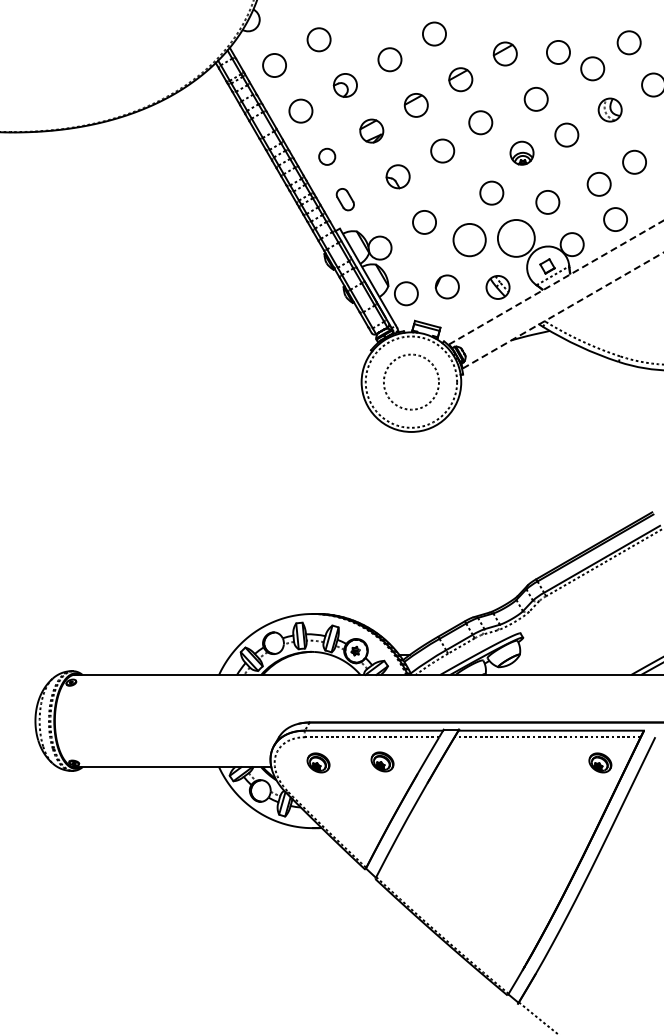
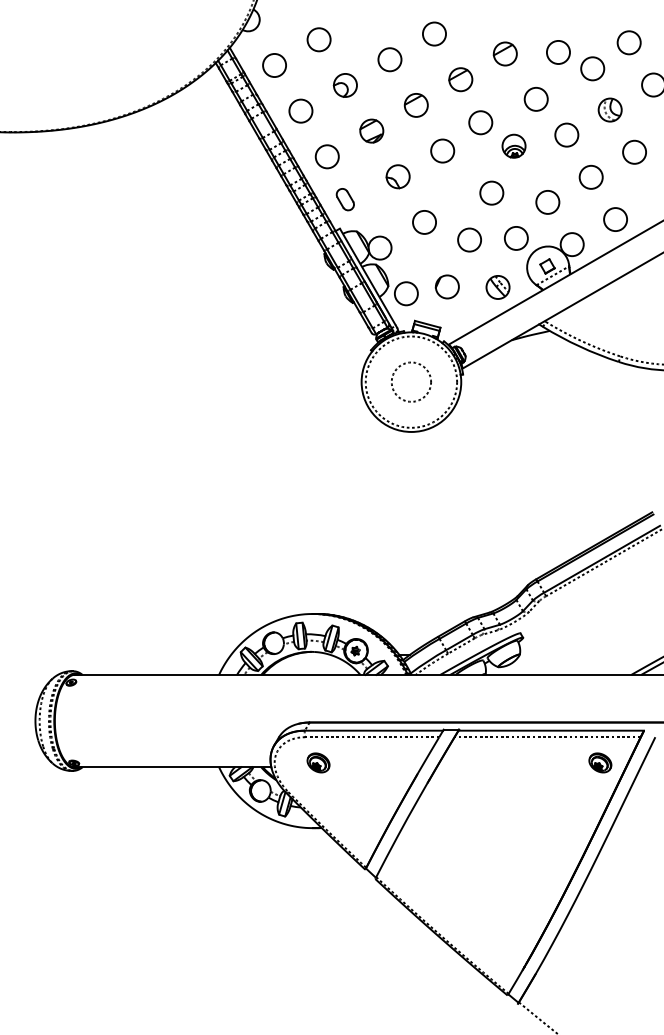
part at (521, 152) position: (521, 152) -> (513, 145)
circle at (327, 156) size: 19x19 px -> 26x26 px
circle at (634, 161) position: (634, 161) -> (634, 151)
circle at (598, 183) position: (598, 183) -> (590, 176)
circle at (515, 237) diameter: 37 px -> 23 px
circle at (469, 240) size: 35x35 px -> 25x26 px
line at (556, 282): dashed -> solid
line at (563, 310): dashed -> solid
circle at (411, 381) diameter: 55 px -> 39 px
part at (382, 761): present -> none
